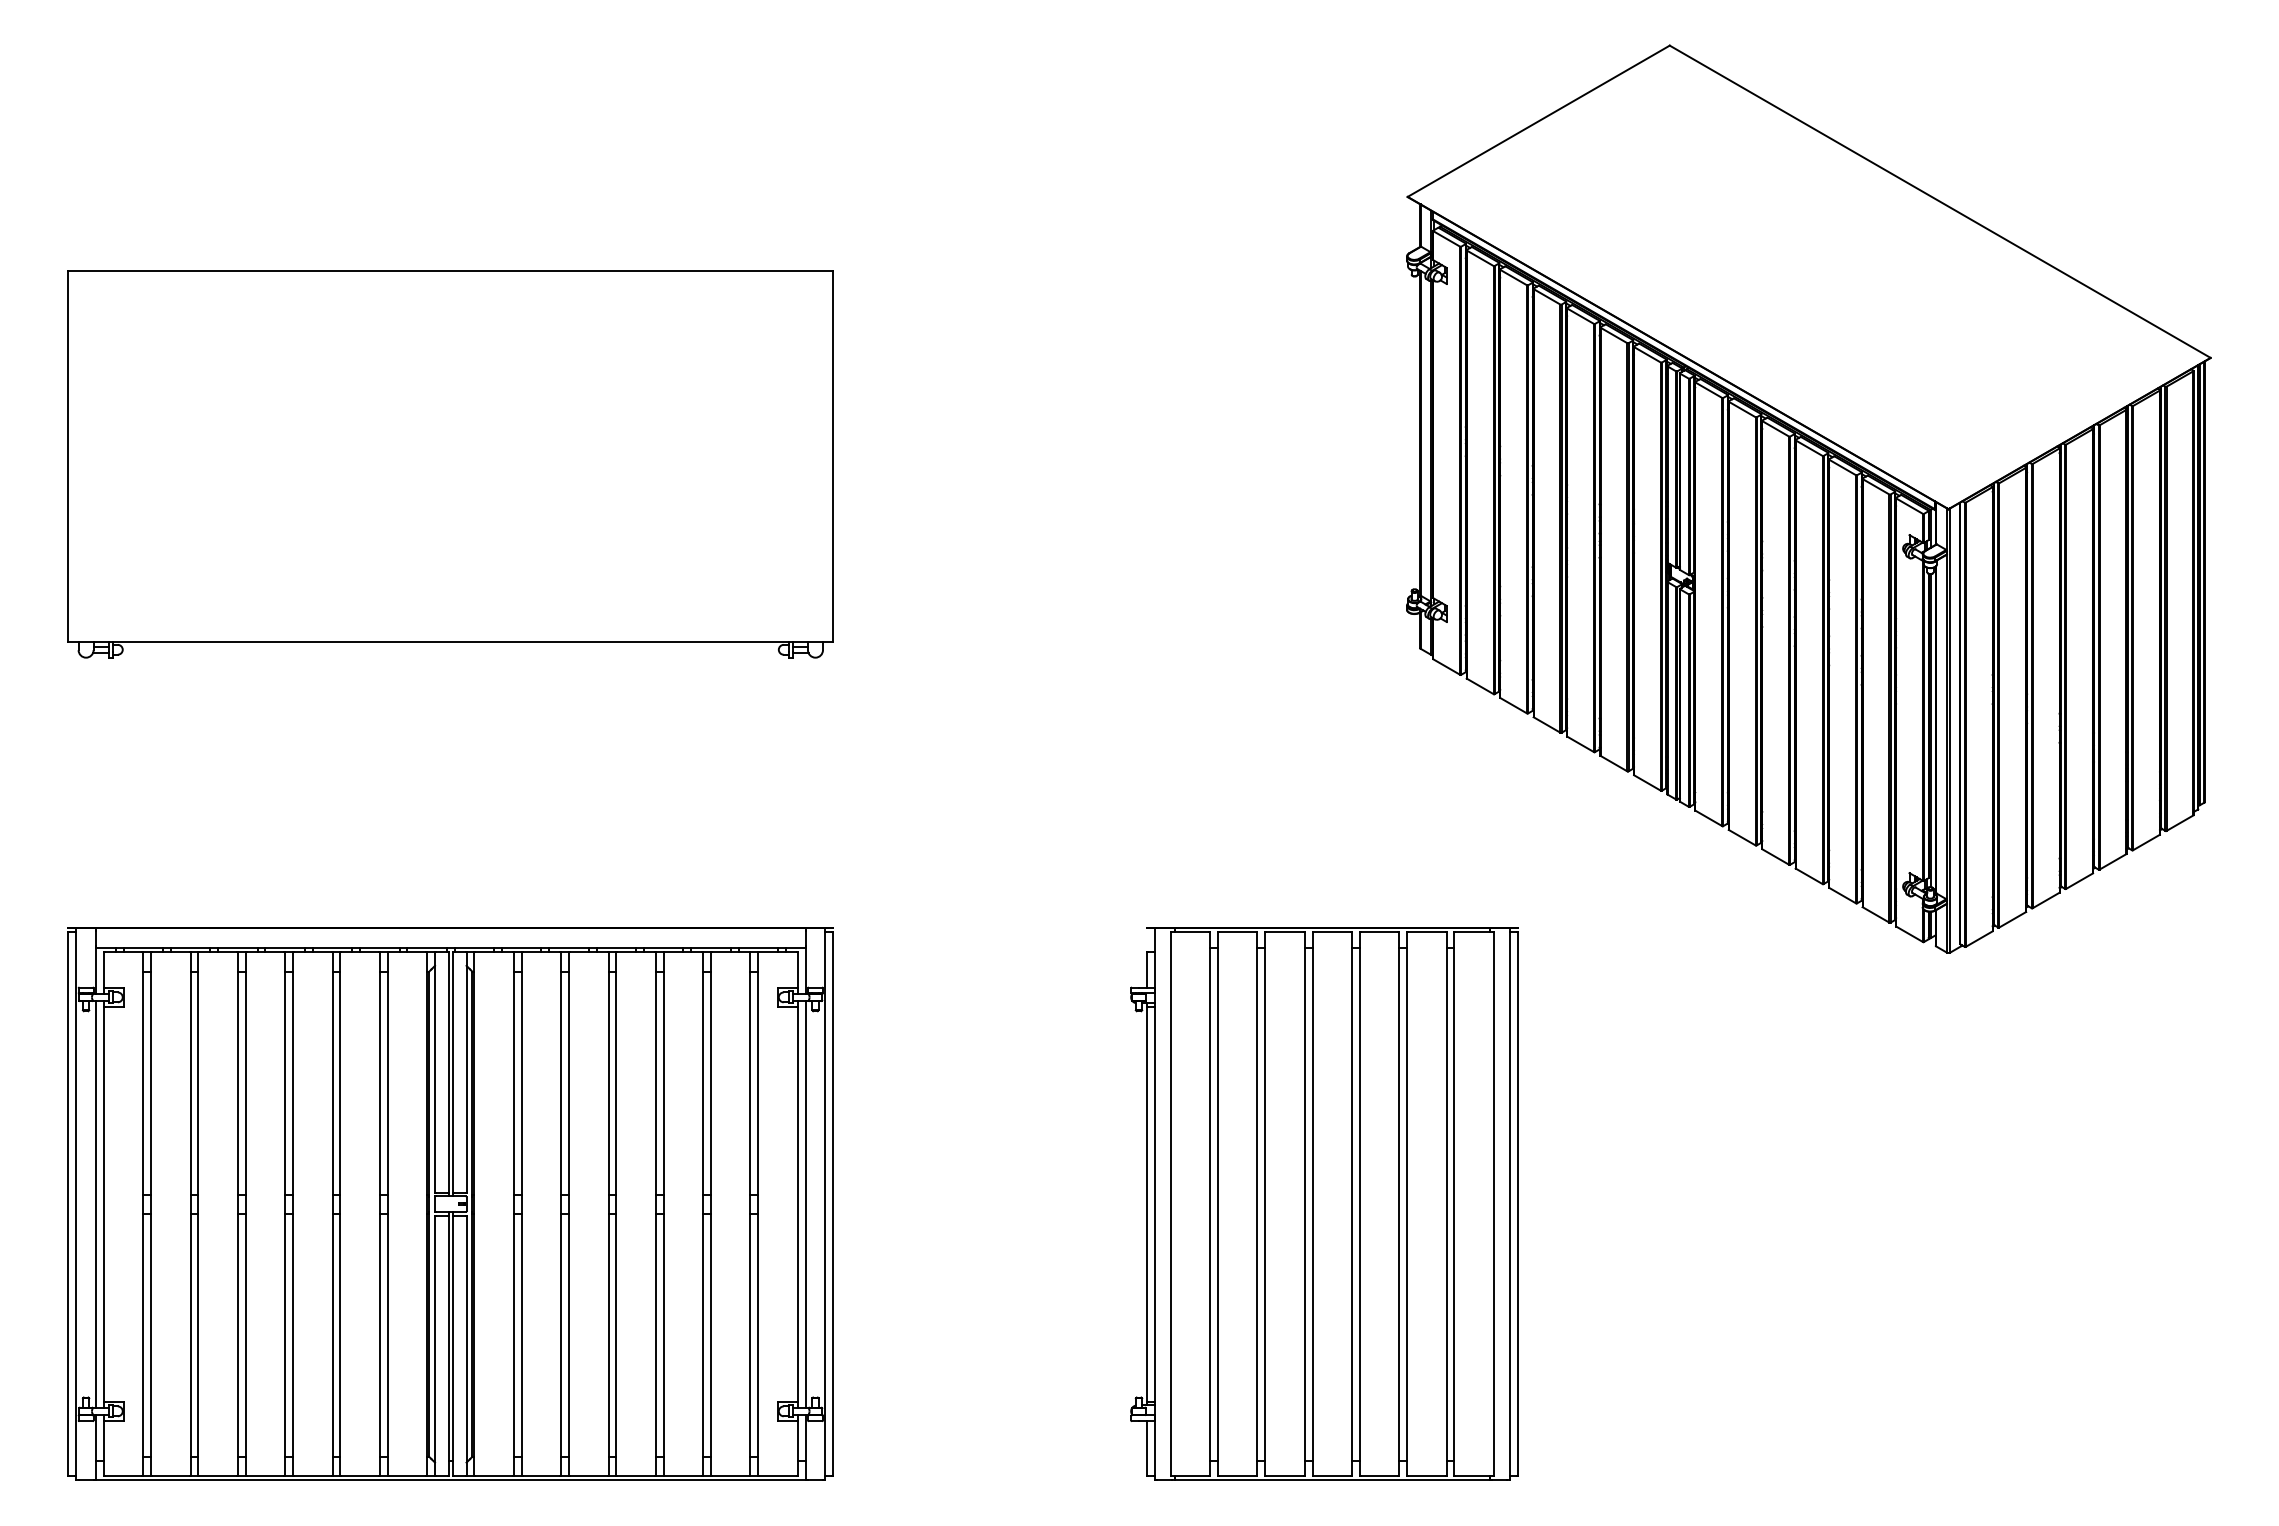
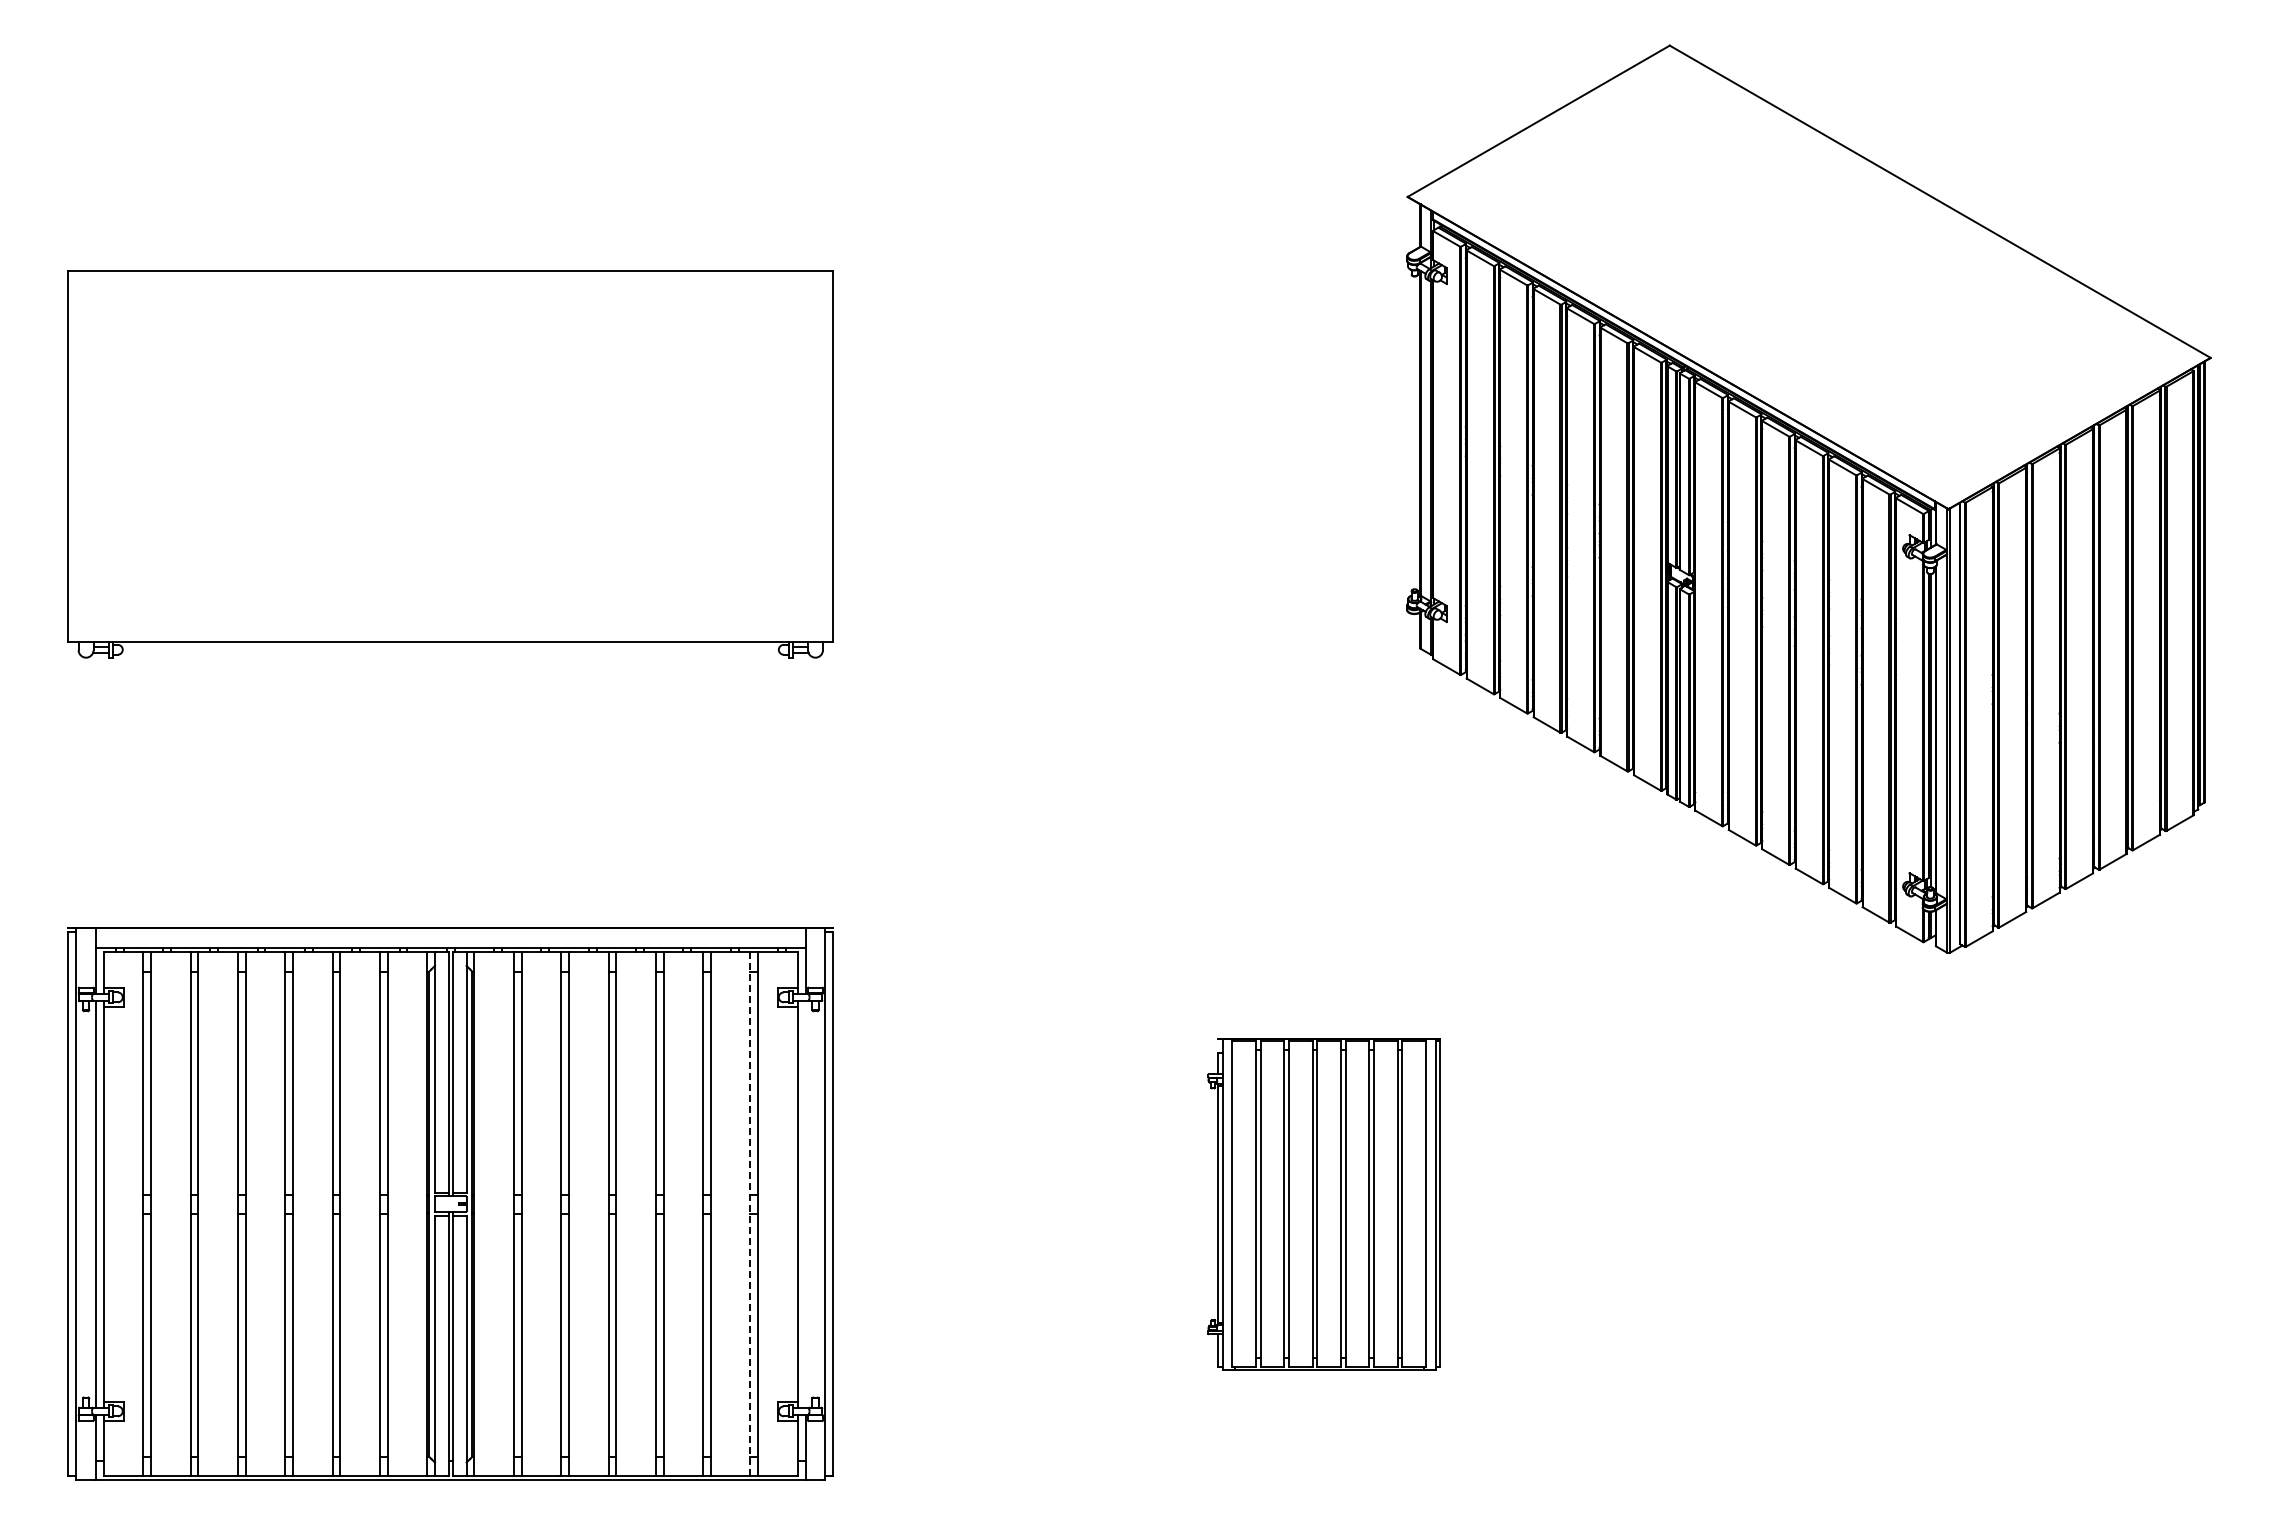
part at (1324, 1203) size: 389x554 px -> 234x333 px
line at (805, 1204): present -> none
line at (750, 1213): solid -> dashed
